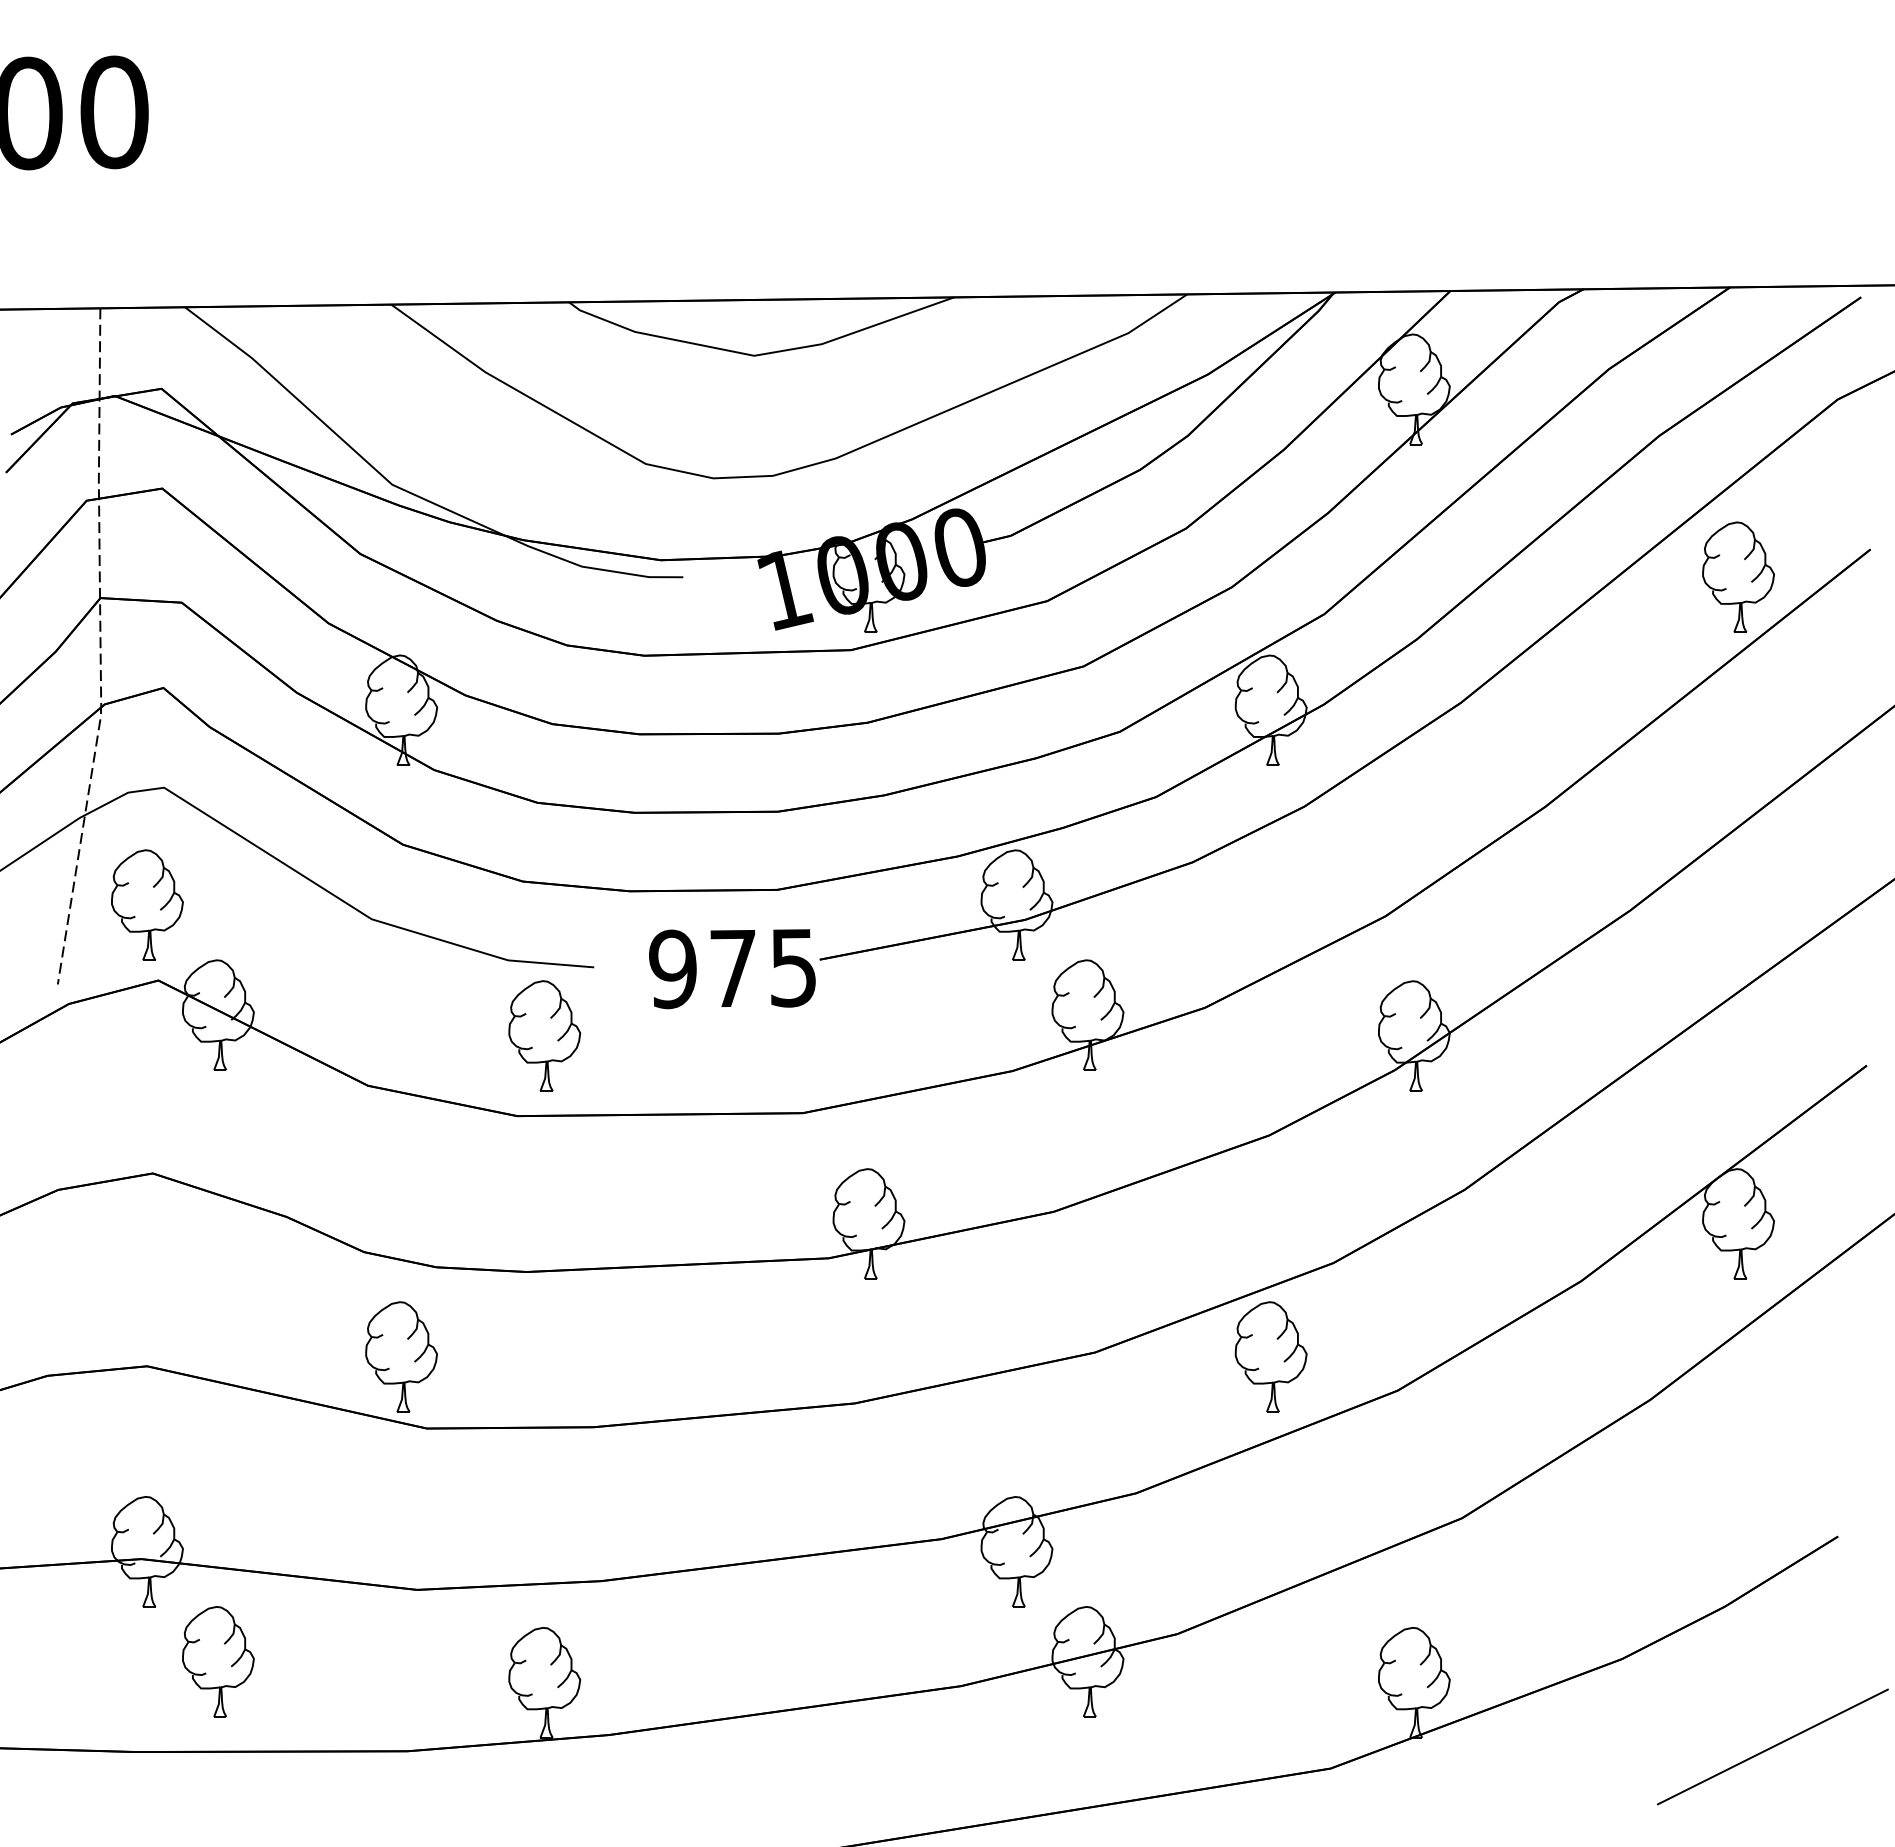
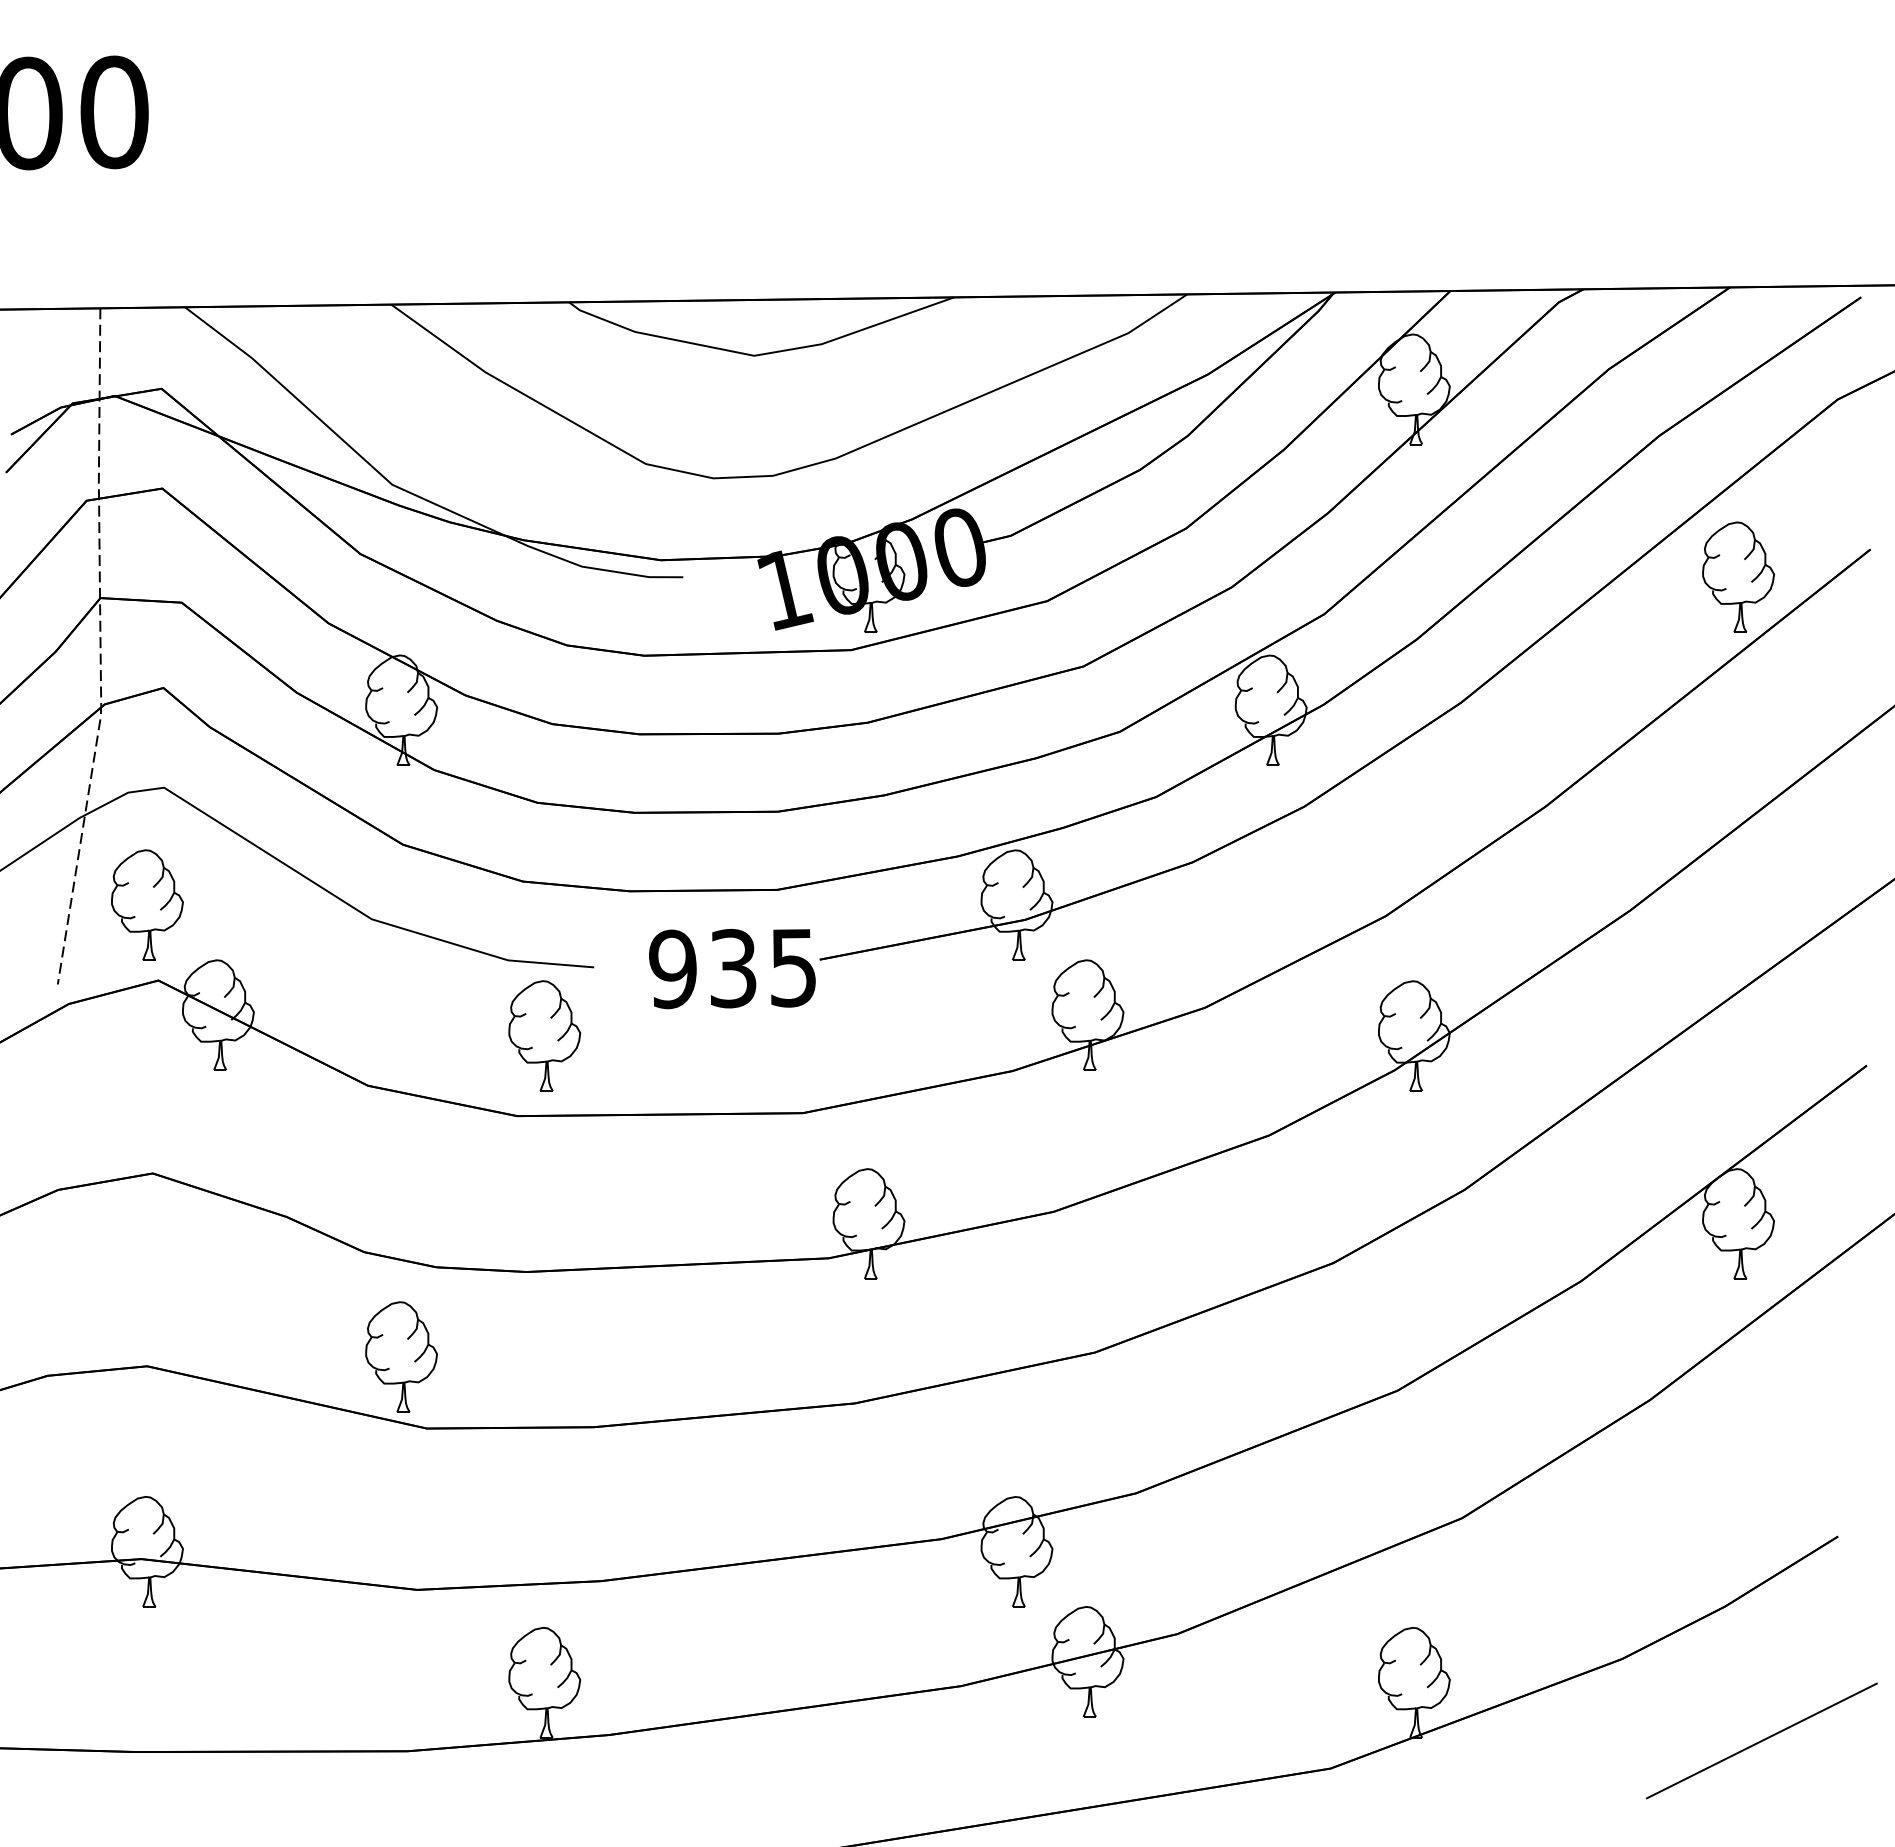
text at (733, 968): 975 -> 935
part at (1270, 1356): present -> none
part at (218, 1661): present -> none
line at (1772, 1746) position: (1772, 1746) -> (1761, 1740)
